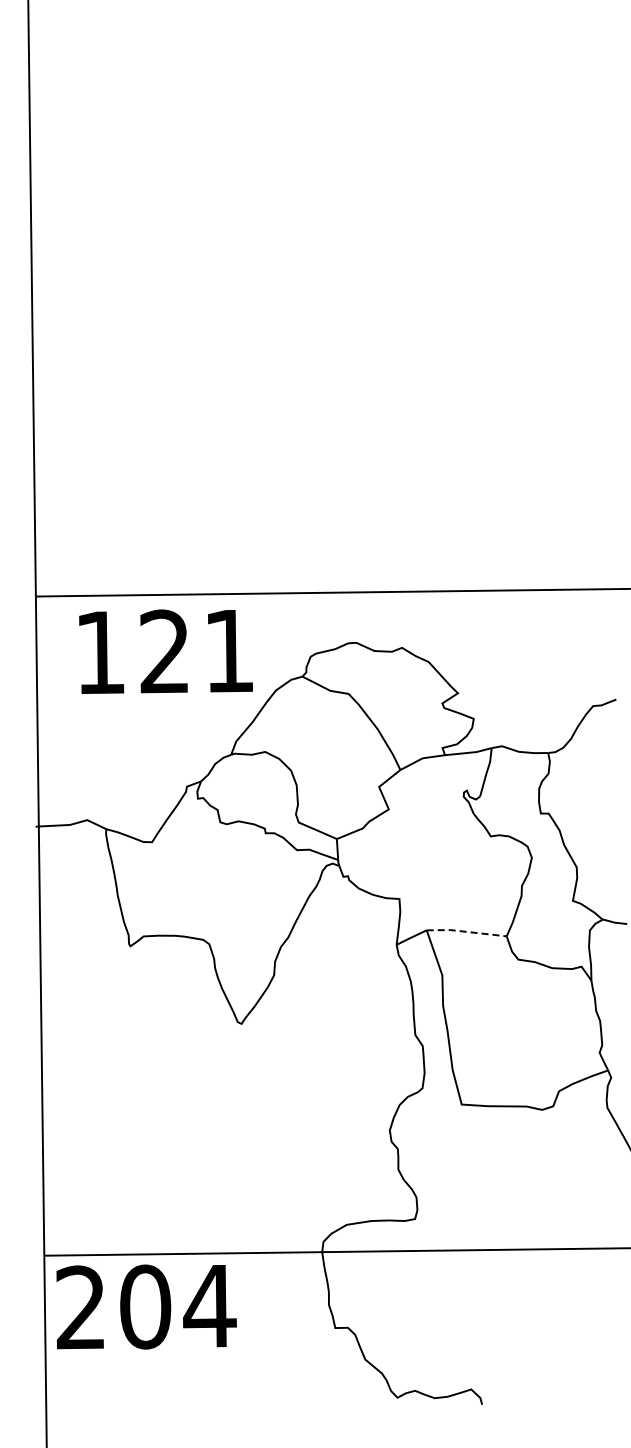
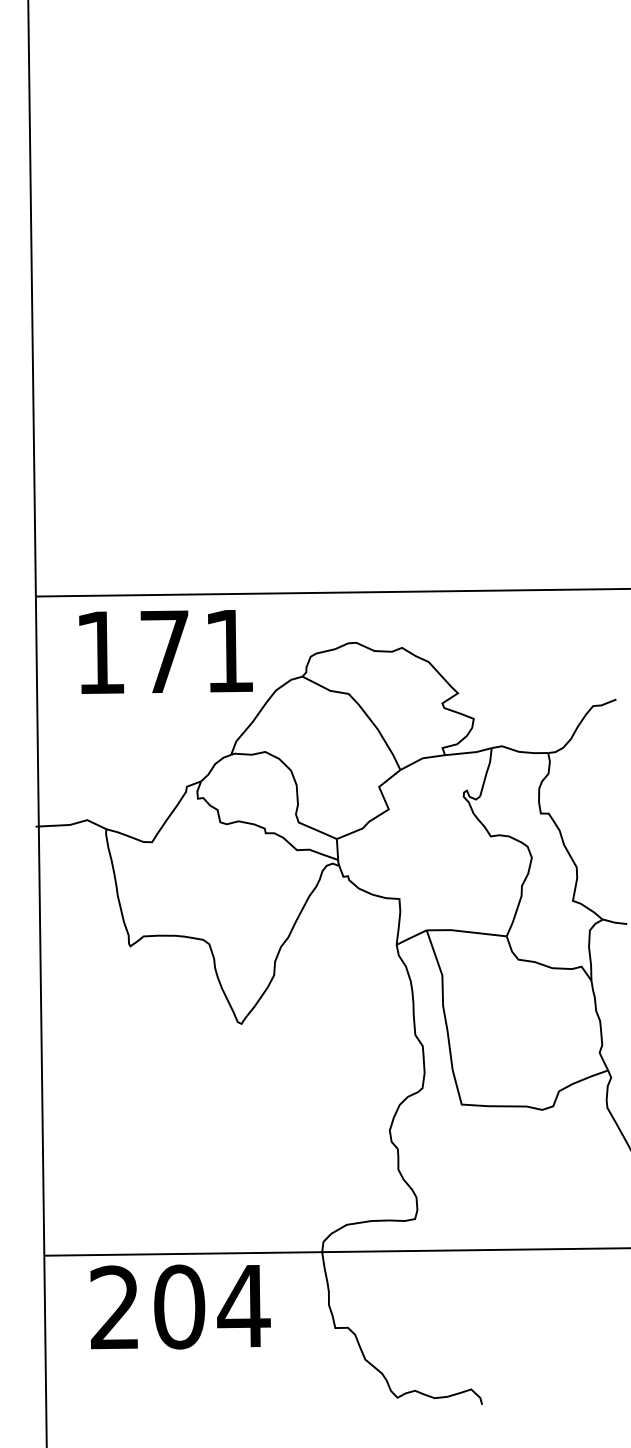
text at (164, 651): 121 -> 171
line at (466, 931): dashed -> solid
text at (146, 1306) position: (146, 1306) -> (180, 1306)
